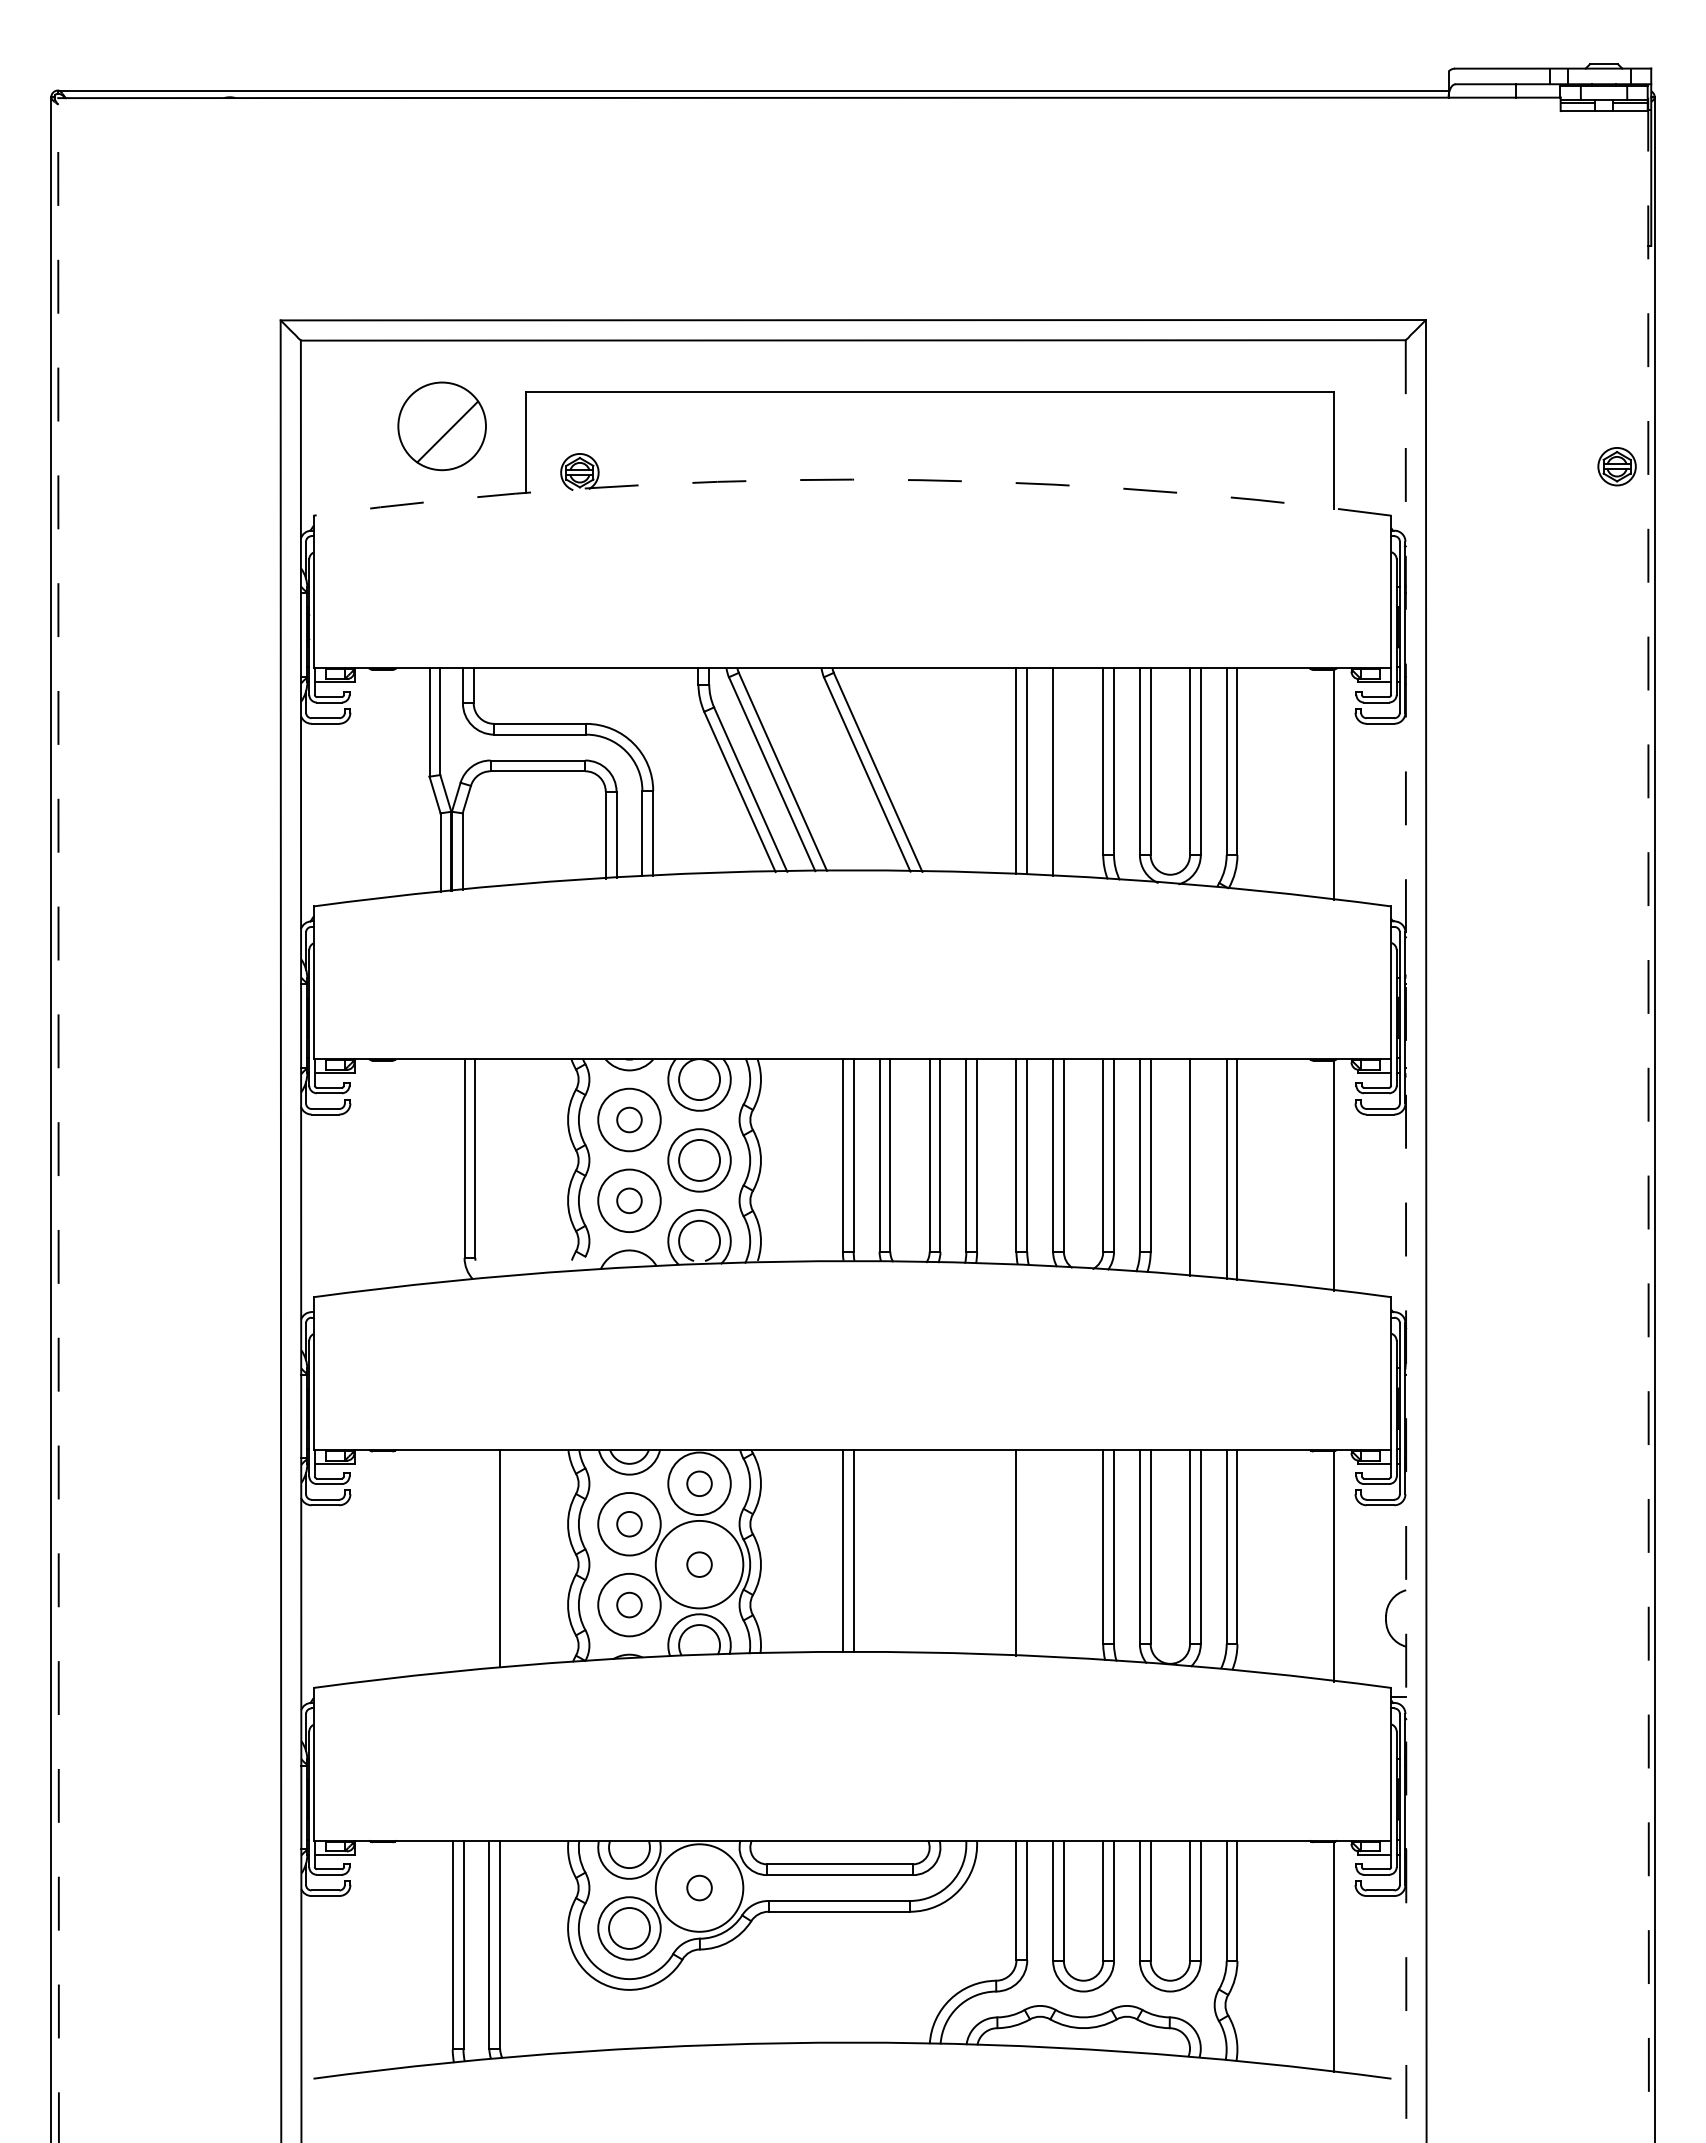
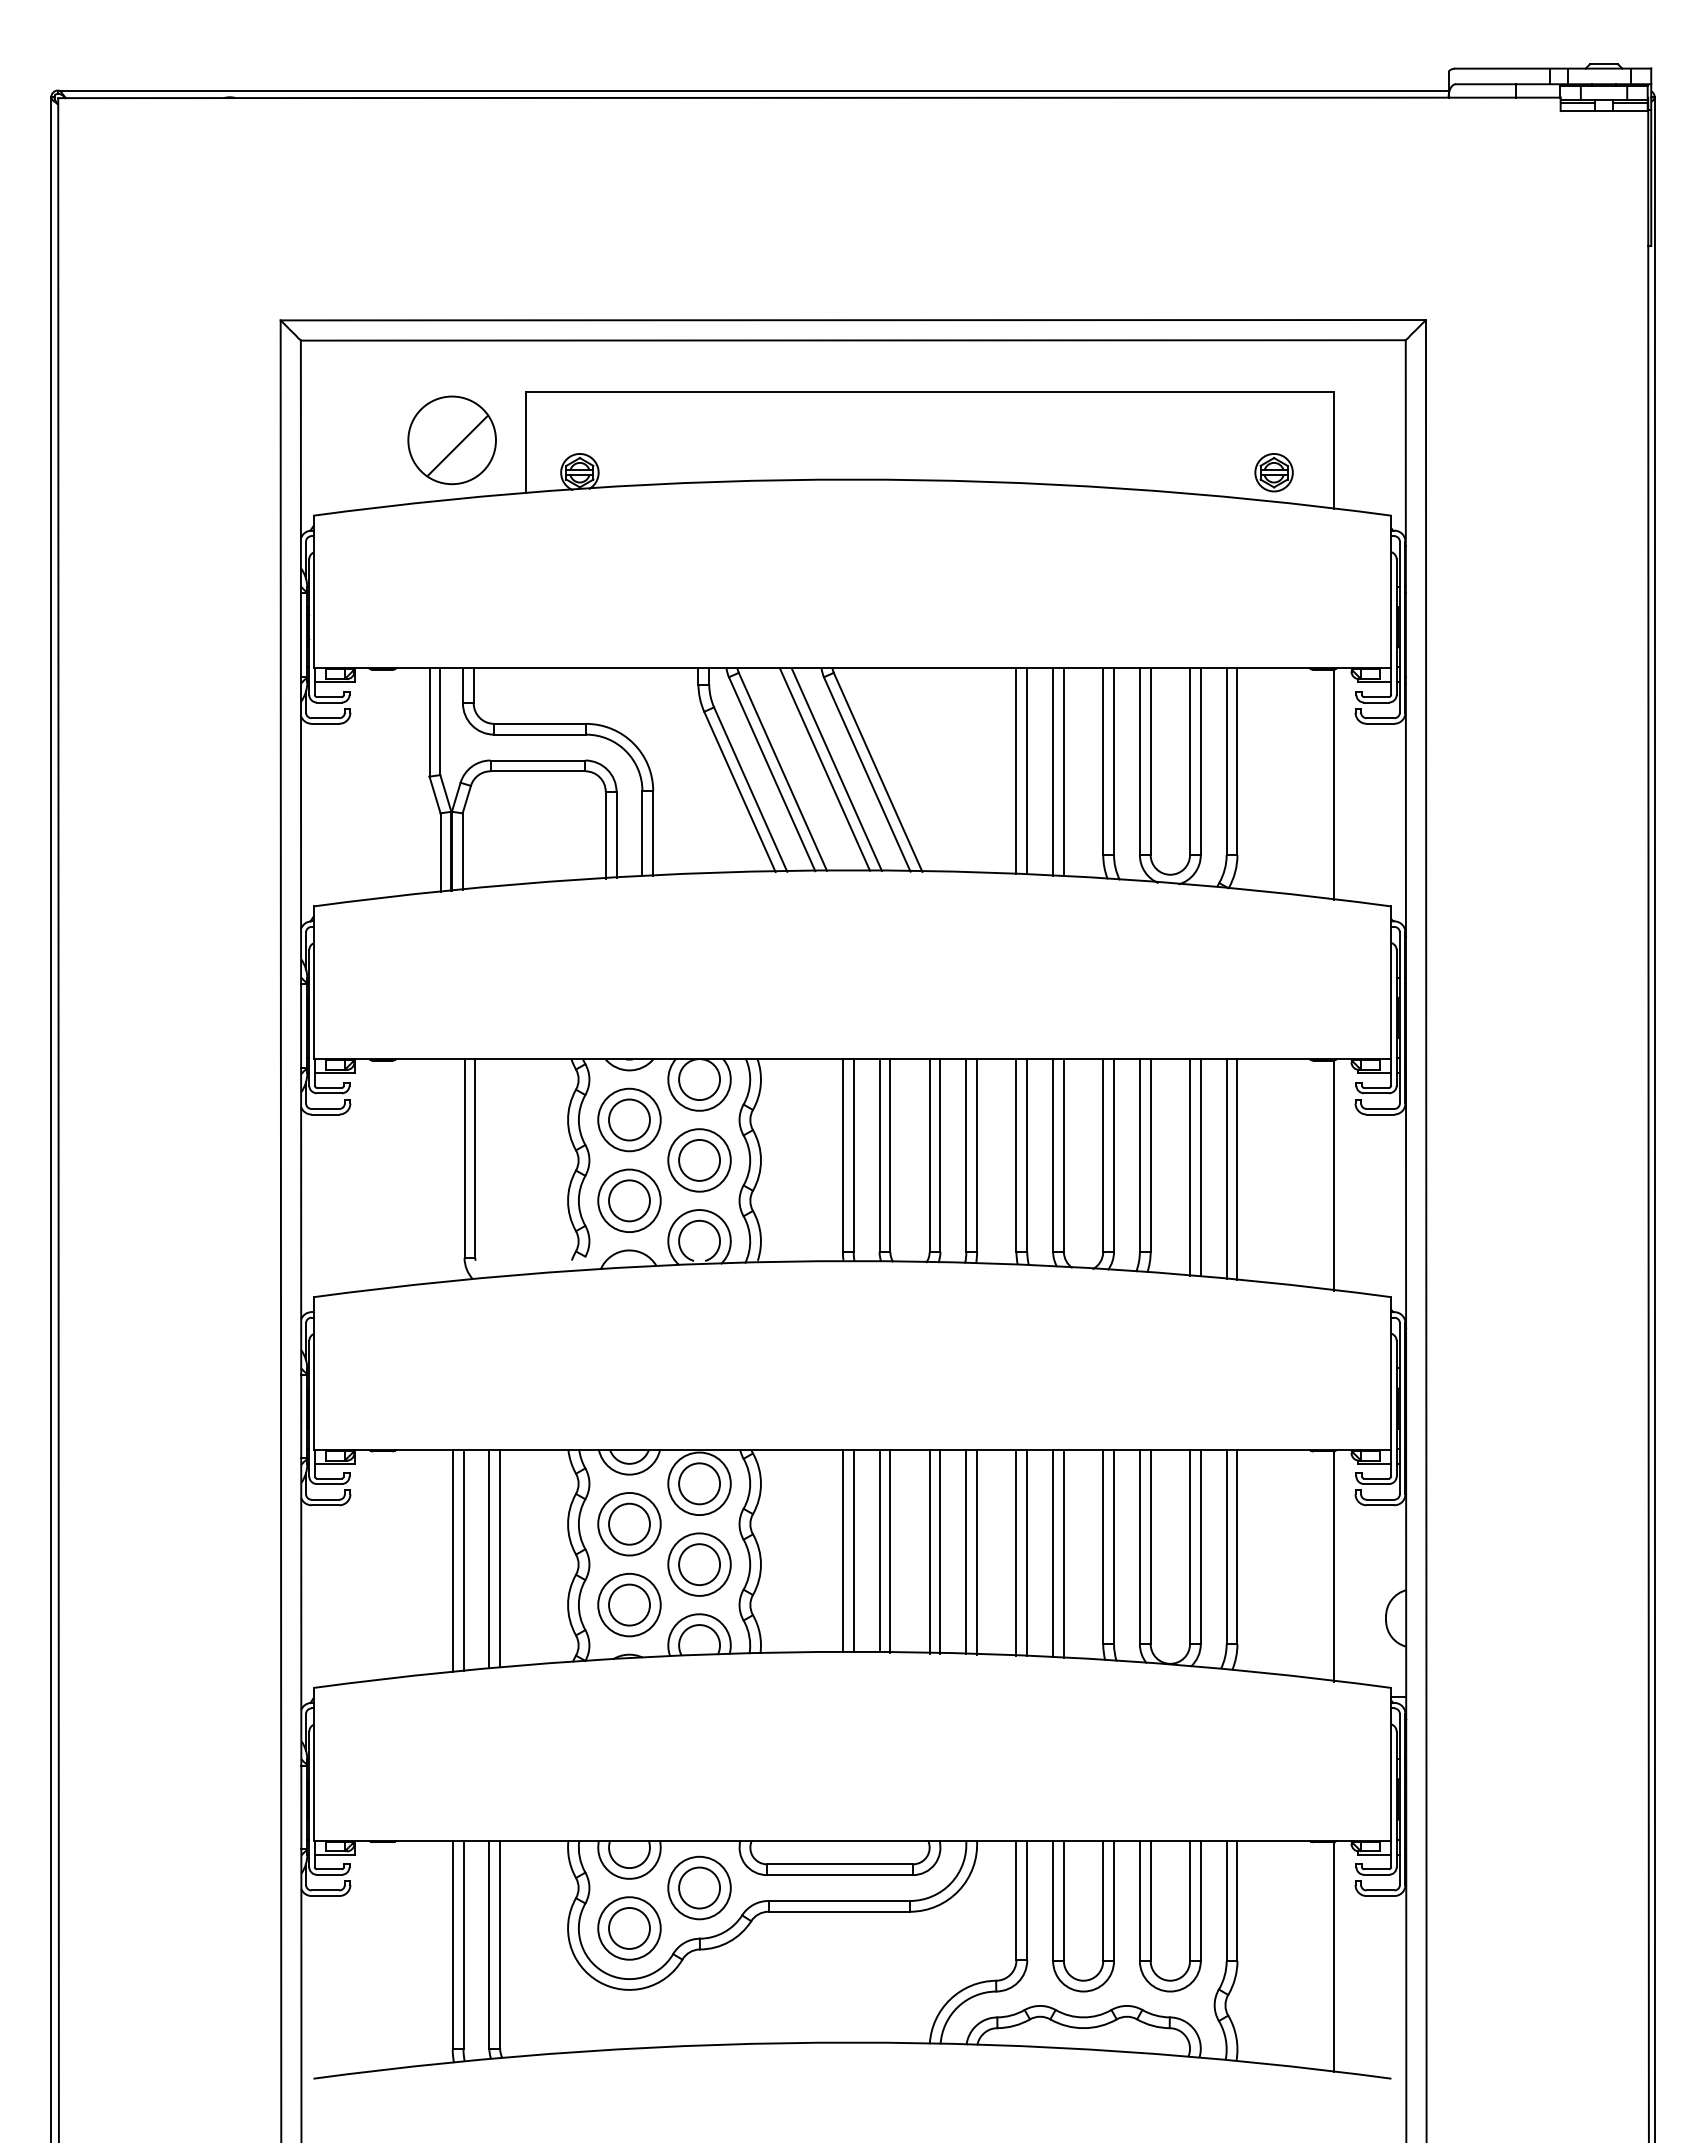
part at (441, 426) position: (441, 426) -> (451, 440)
part at (1616, 466) position: (1616, 466) -> (1273, 472)
arc at (852, 479): dashed -> solid
line at (824, 769): none -> present
line at (836, 769): none -> present
line at (1063, 772): none -> present
circle at (629, 1119) diameter: 25 px -> 41 px
line at (58, 1120): dashed -> solid
line at (1648, 1120): dashed -> solid
line at (1200, 1167): none -> present
circle at (629, 1200) diameter: 25 px -> 41 px
line at (1406, 1241): dashed -> solid
circle at (699, 1483) diameter: 25 px -> 41 px
circle at (629, 1523) diameter: 25 px -> 41 px
line at (879, 1550): none -> present
line at (890, 1550): none -> present
line at (929, 1551): none -> present
line at (940, 1551): none -> present
line at (966, 1551): none -> present
line at (977, 1551): none -> present
line at (1027, 1552): none -> present
line at (1053, 1553): none -> present
line at (1063, 1553): none -> present
line at (489, 1558): none -> present
line at (452, 1560): none -> present
line at (463, 1560): none -> present
circle at (699, 1564) diameter: 25 px -> 41 px
circle at (699, 1564) diameter: 88 px -> 63 px
circle at (629, 1604) diameter: 25 px -> 41 px
circle at (699, 1887) diameter: 25 px -> 41 px
circle at (699, 1887) diameter: 88 px -> 63 px
